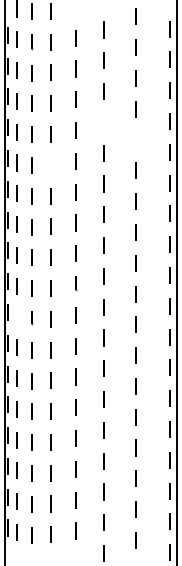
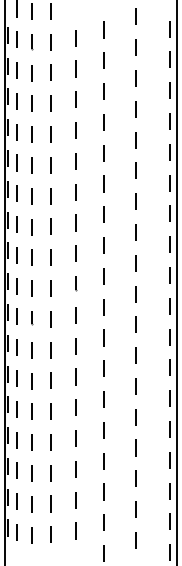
line at (103, 122): none -> present
line at (135, 140): none -> present
line at (50, 165): none -> present
line at (16, 316): none -> present
